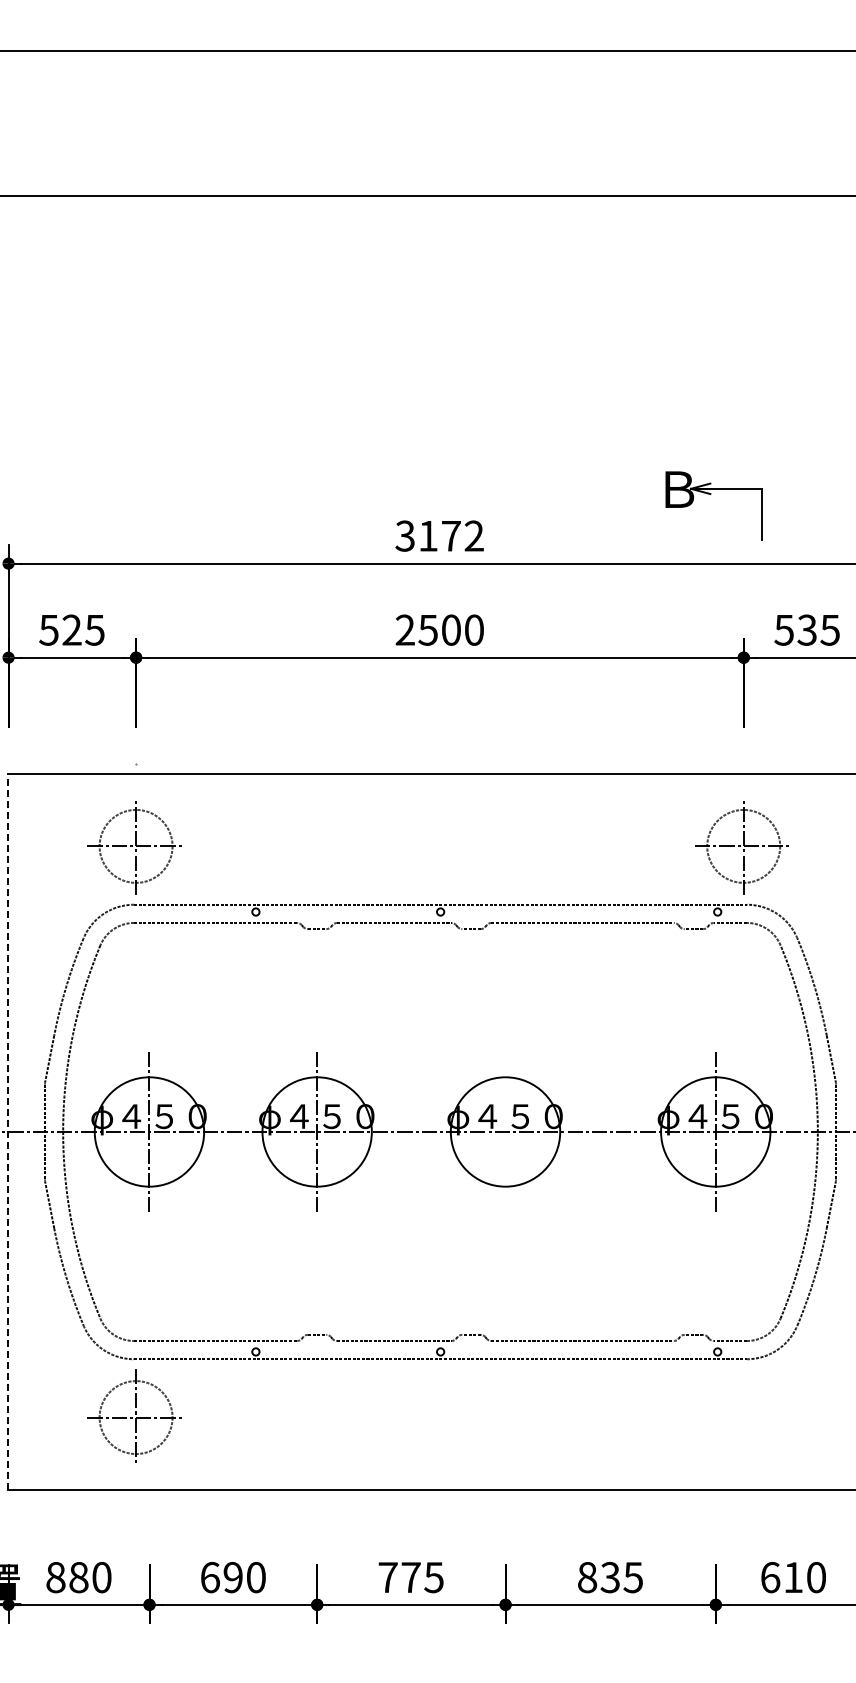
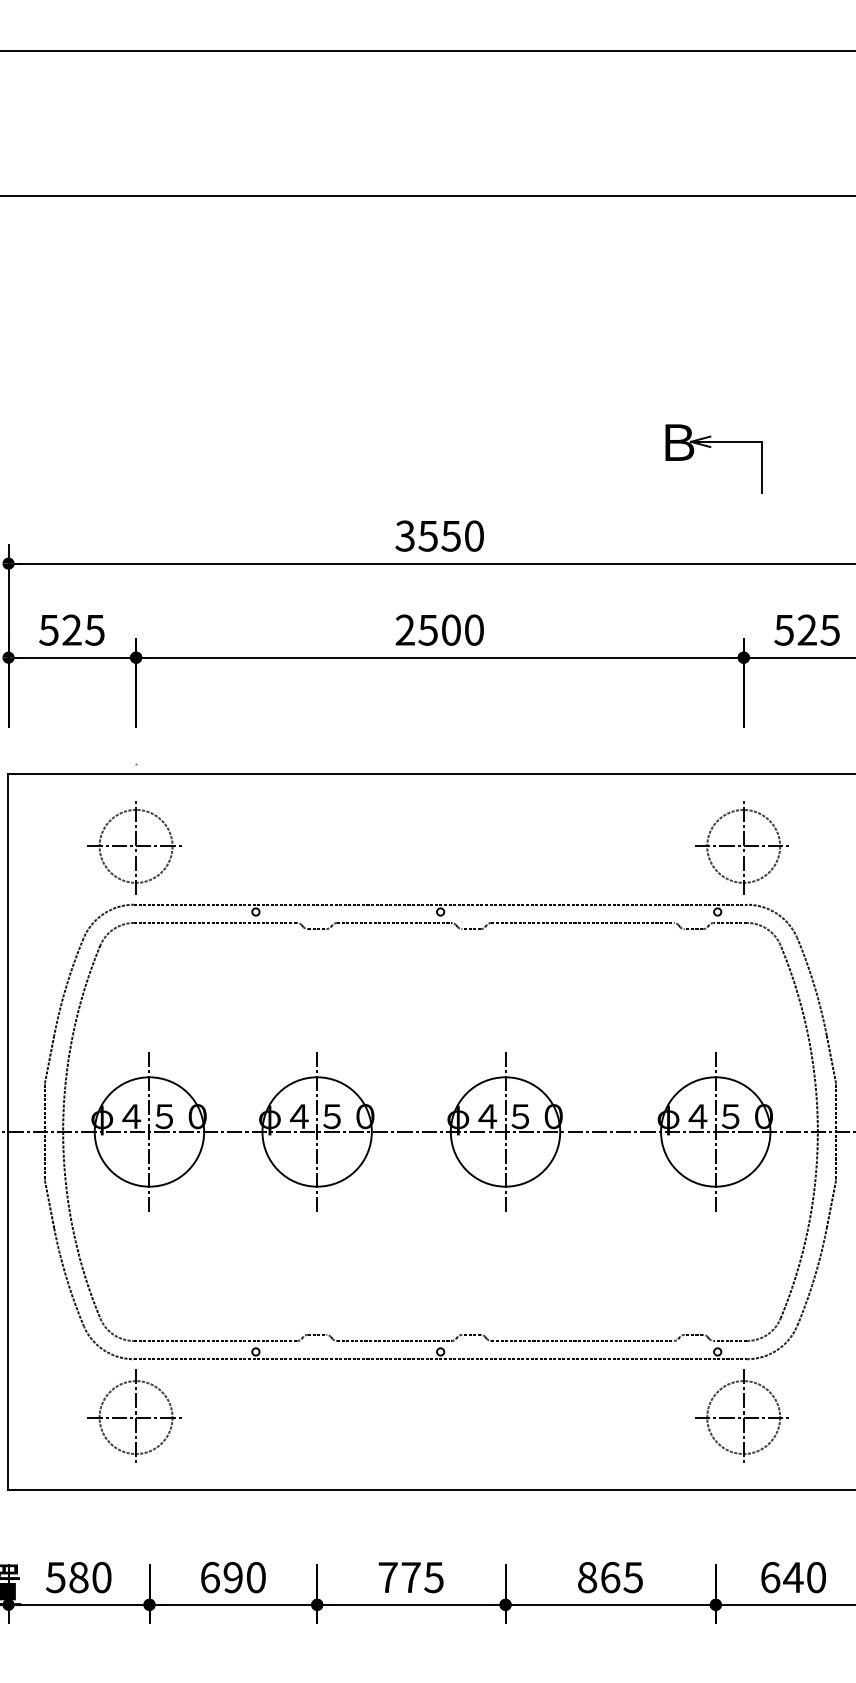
part at (711, 494) position: (711, 494) -> (711, 447)
text at (450, 535): 3172 -> 3550
text at (806, 630): 535 -> 525
line at (8, 1131): dashed -> solid
line at (505, 1131): none -> present
part at (741, 1415): none -> present
text at (55, 1577): 880 -> 580
text at (610, 1577): 835 -> 865
text at (793, 1577): 610 -> 640
